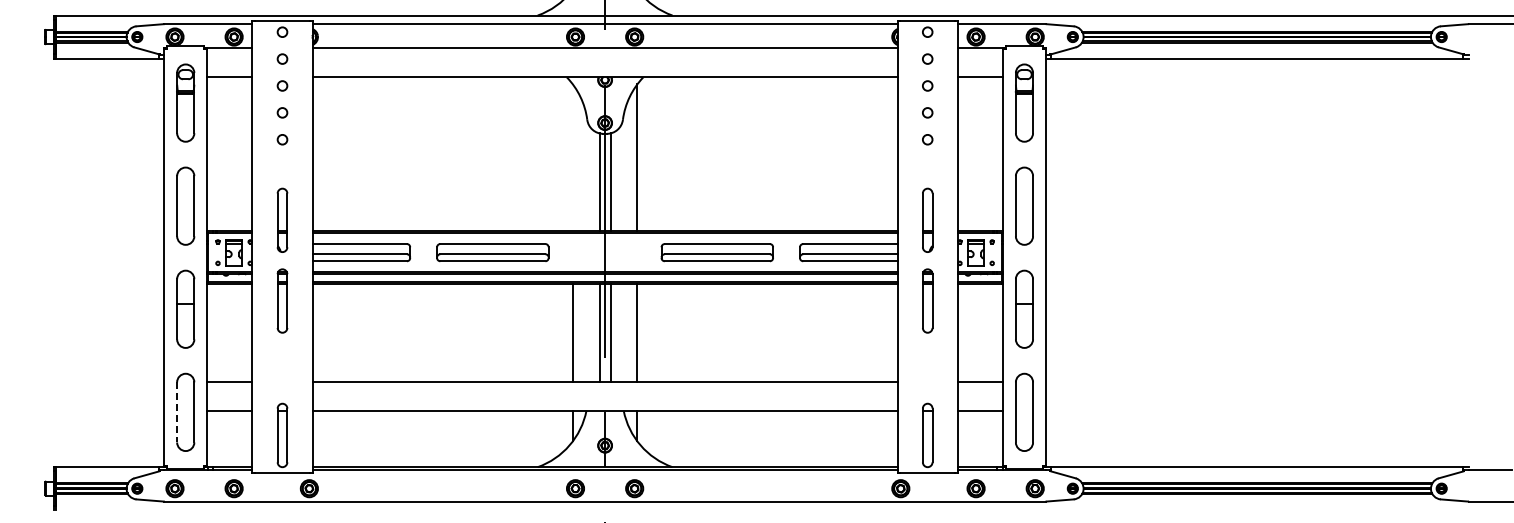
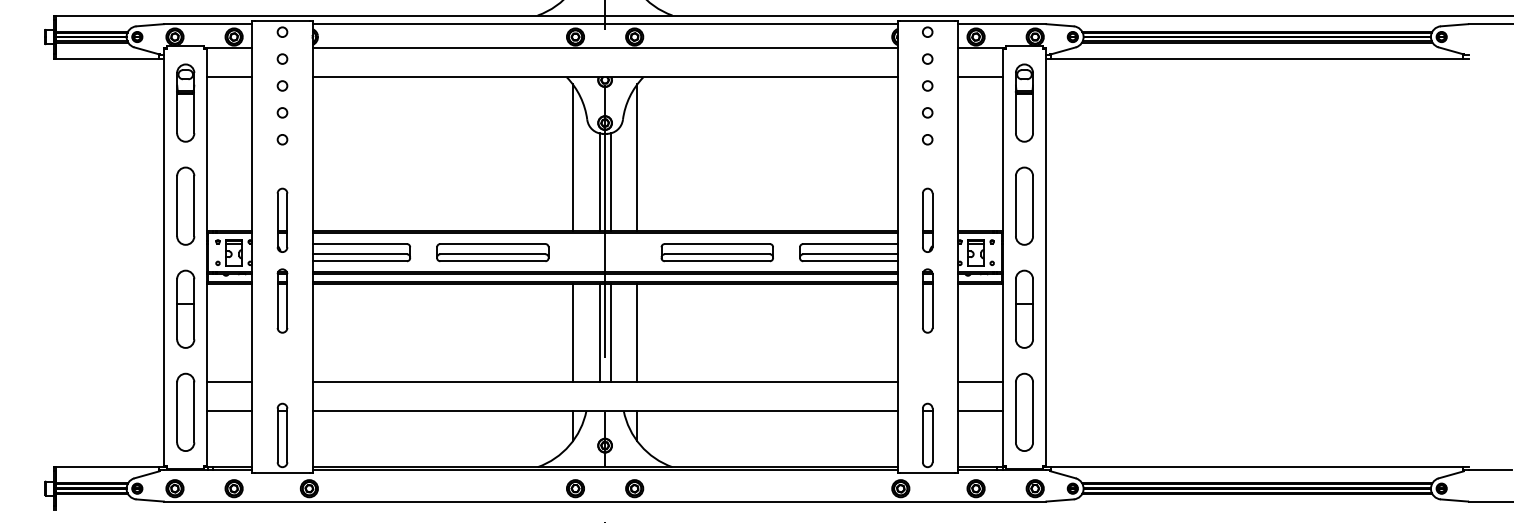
line at (572, 157): none -> present
line at (177, 412): dashed -> solid
